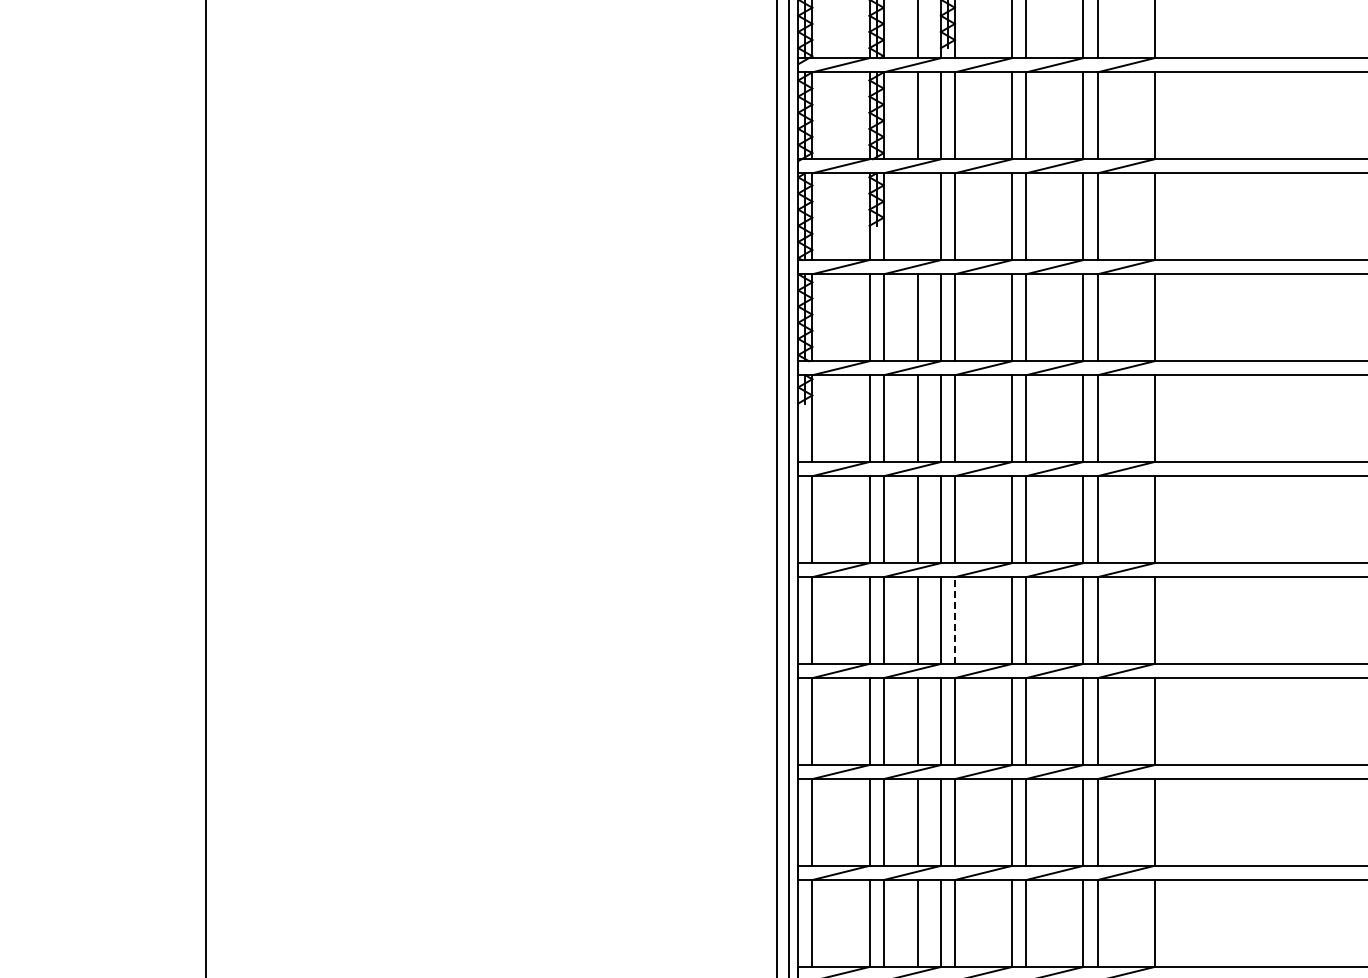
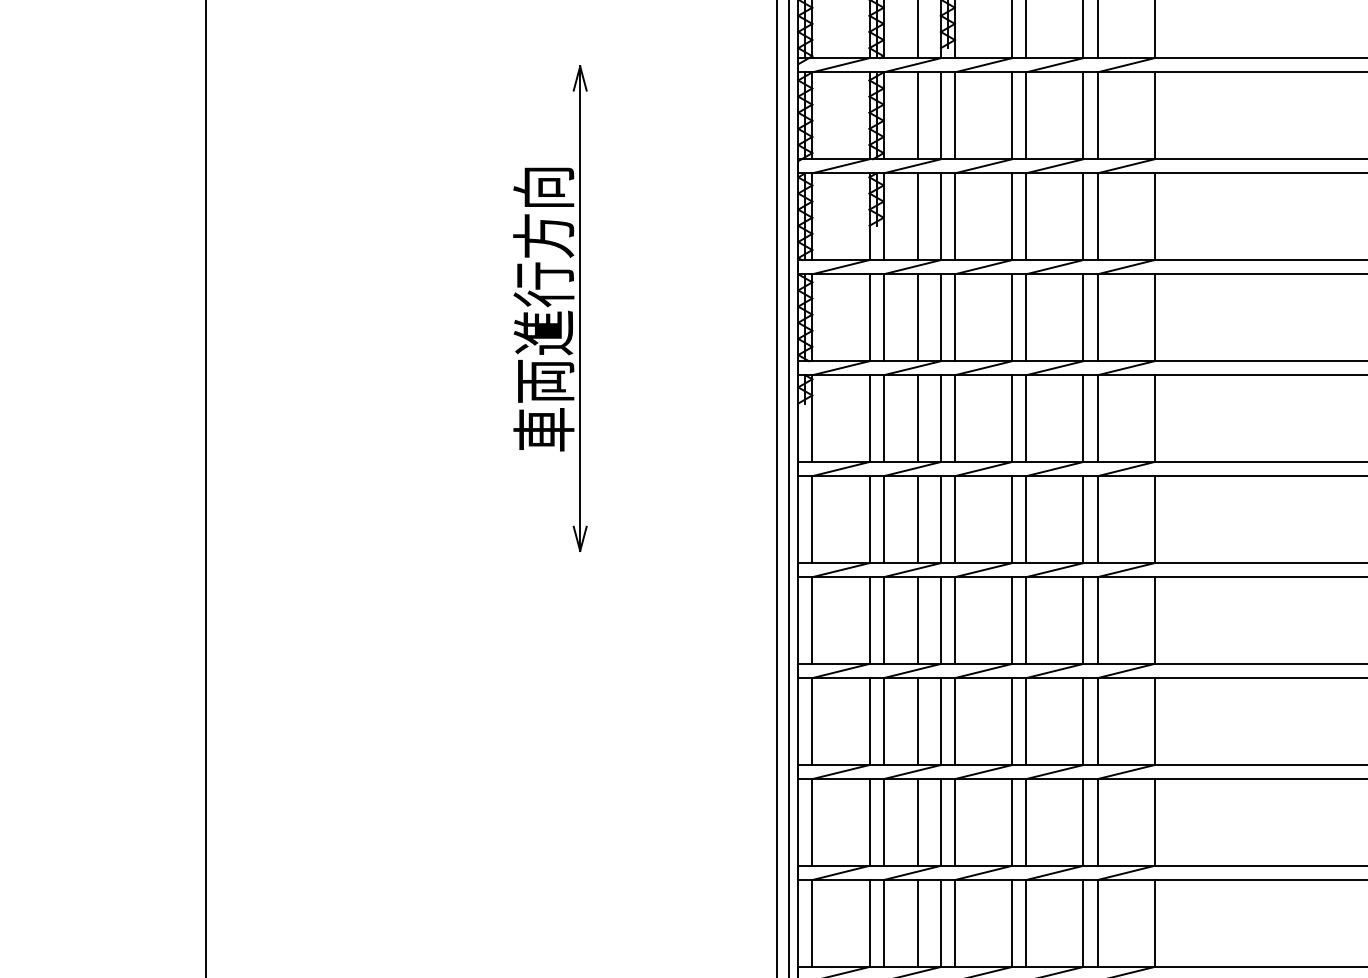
line at (918, 216): none -> present
part at (550, 308): none -> present
line at (954, 620): dashed -> solid
